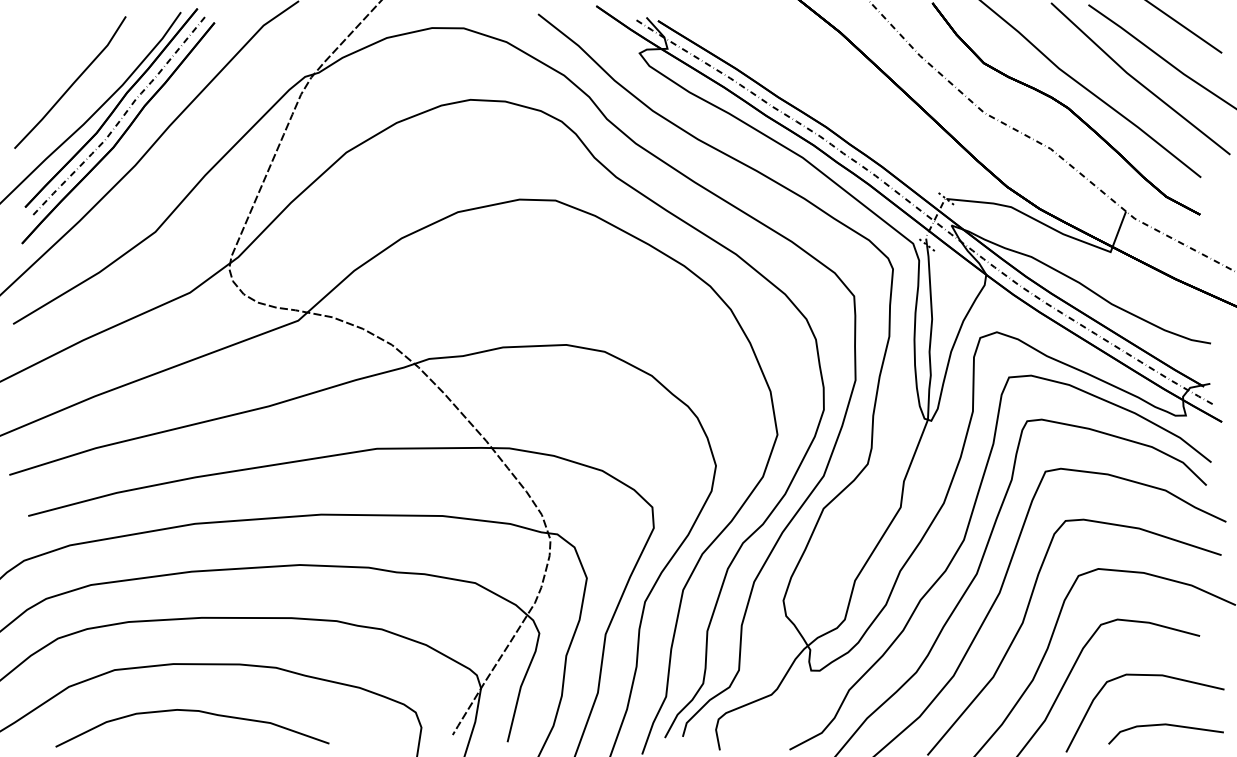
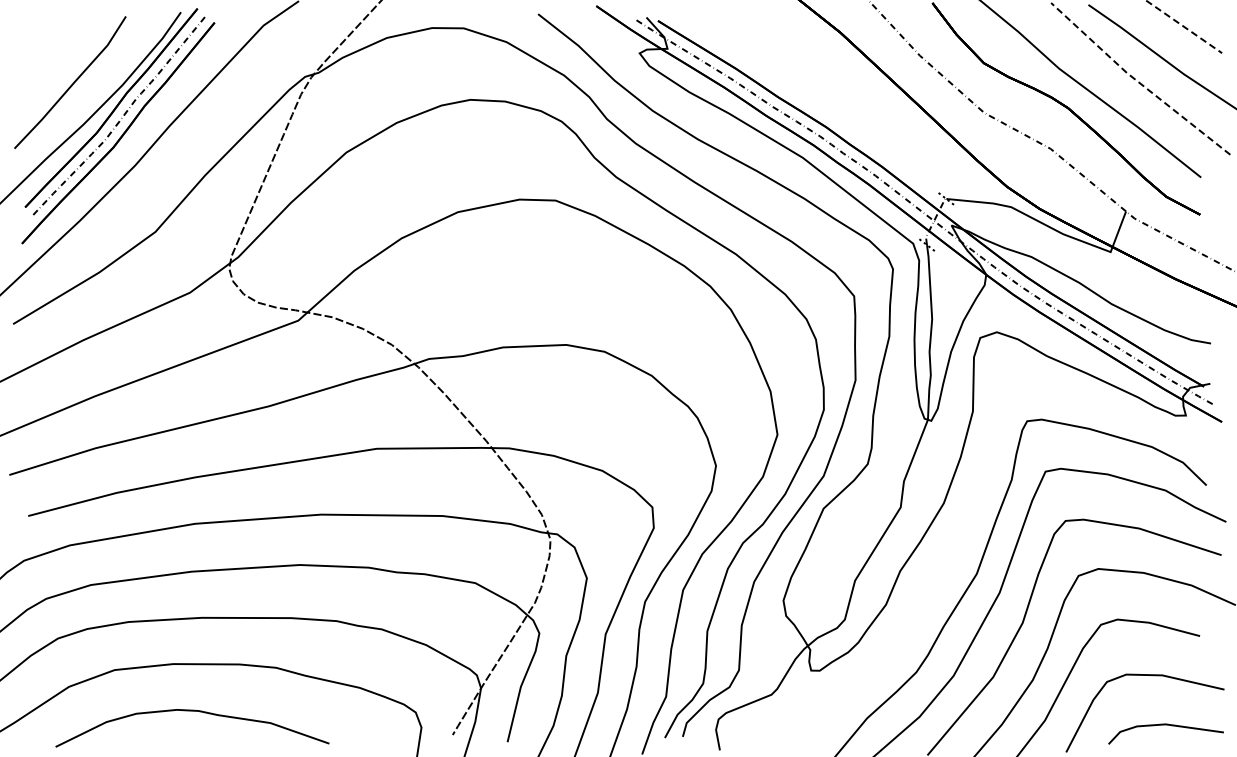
line at (1184, 27): solid -> dashed
line at (1137, 81): solid -> dashed
curve at (964, 541): present -> none
